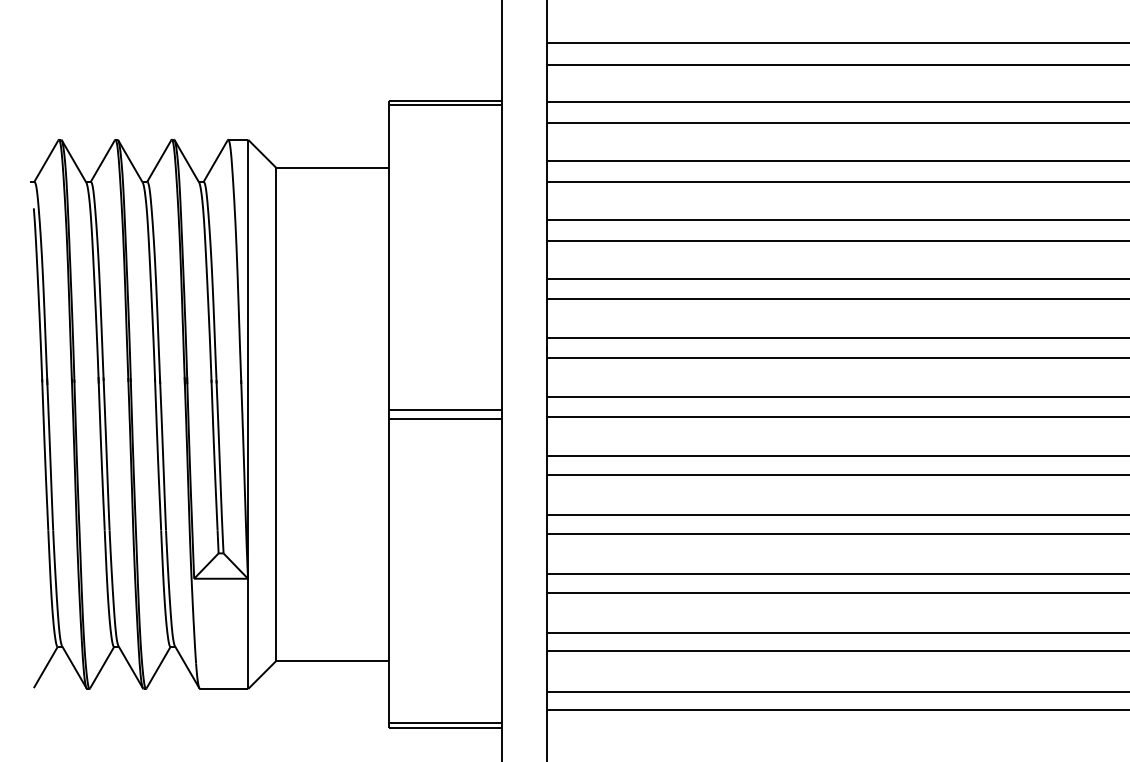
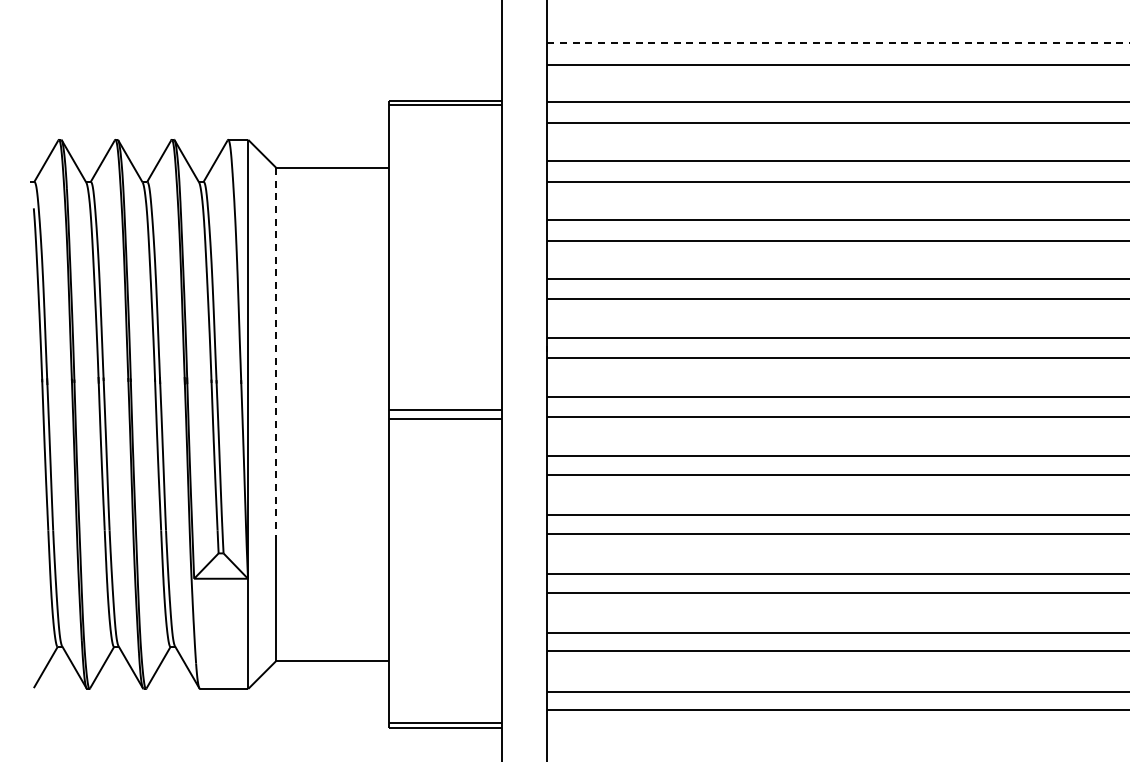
line at (838, 43): solid -> dashed
line at (276, 352): solid -> dashed
